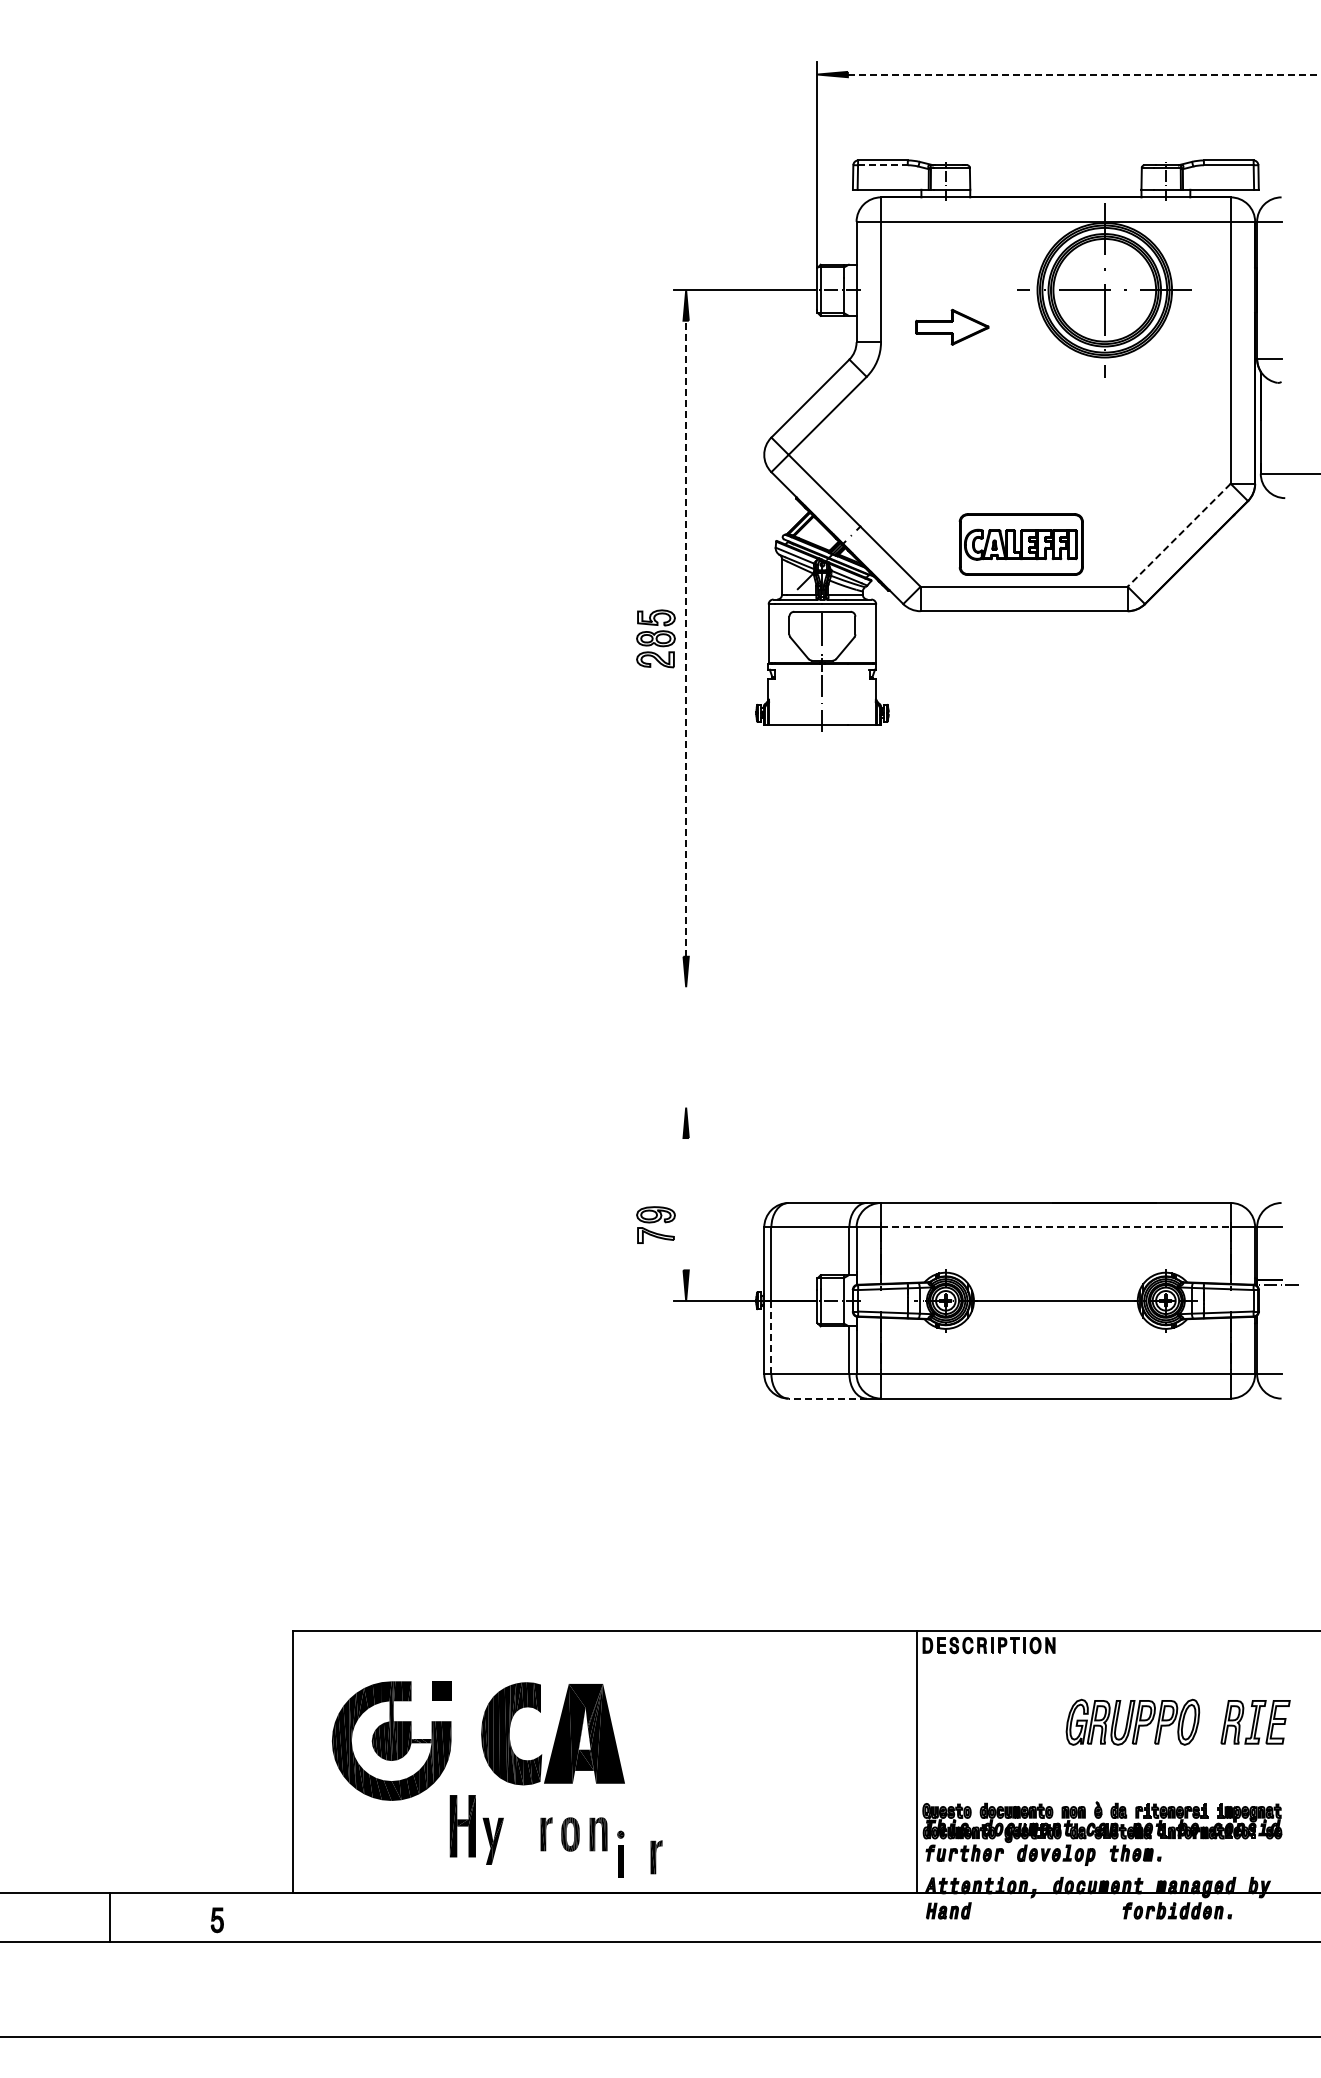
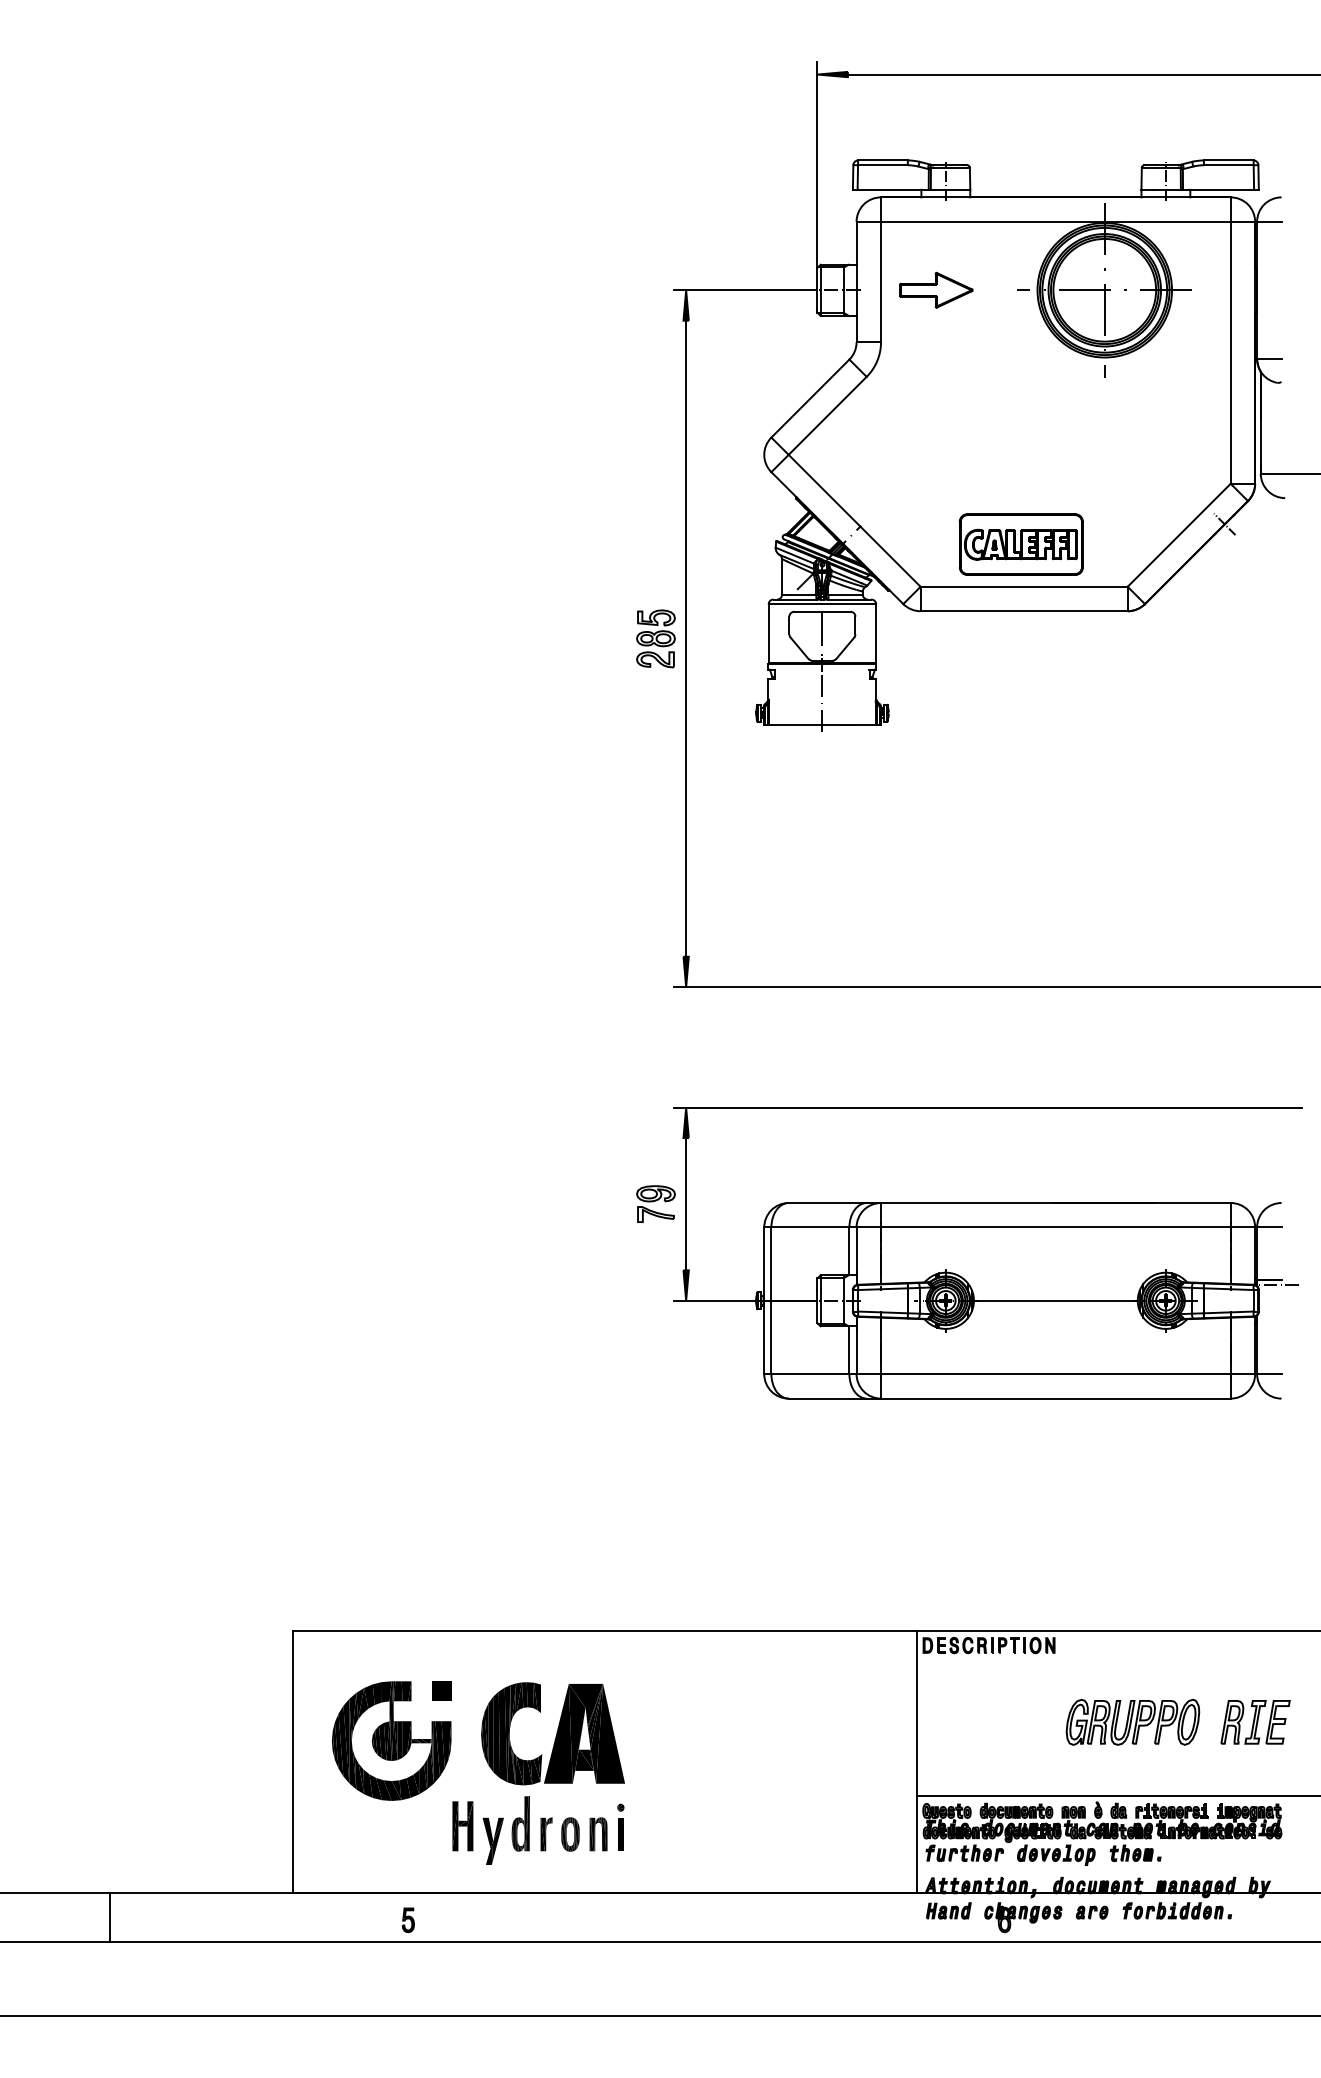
line at (1084, 74): dashed -> solid
line at (882, 165): dashed -> solid
part at (952, 326) position: (952, 326) -> (936, 289)
line at (1224, 524): none -> present
line at (1179, 535): dashed -> solid
line at (686, 638): dashed -> solid
line at (995, 987): none -> present
line at (987, 1107): none -> present
line at (686, 1204): none -> present
part at (655, 1224) position: (655, 1224) -> (655, 1203)
line at (1055, 1227): dashed -> solid
line at (771, 1337): dashed -> solid
line at (827, 1398): dashed -> solid
line at (1116, 1795): none -> present
part at (520, 1823): none -> present
part at (462, 1826) size: 27x63 px -> 22x51 px
part at (620, 1853) position: (620, 1853) -> (620, 1826)
part at (656, 1857): present -> none
part at (1092, 1912): none -> present
part at (1023, 1917): none -> present
part at (216, 1920) position: (216, 1920) -> (407, 1920)
line at (659, 2036) position: (659, 2036) -> (659, 2015)
